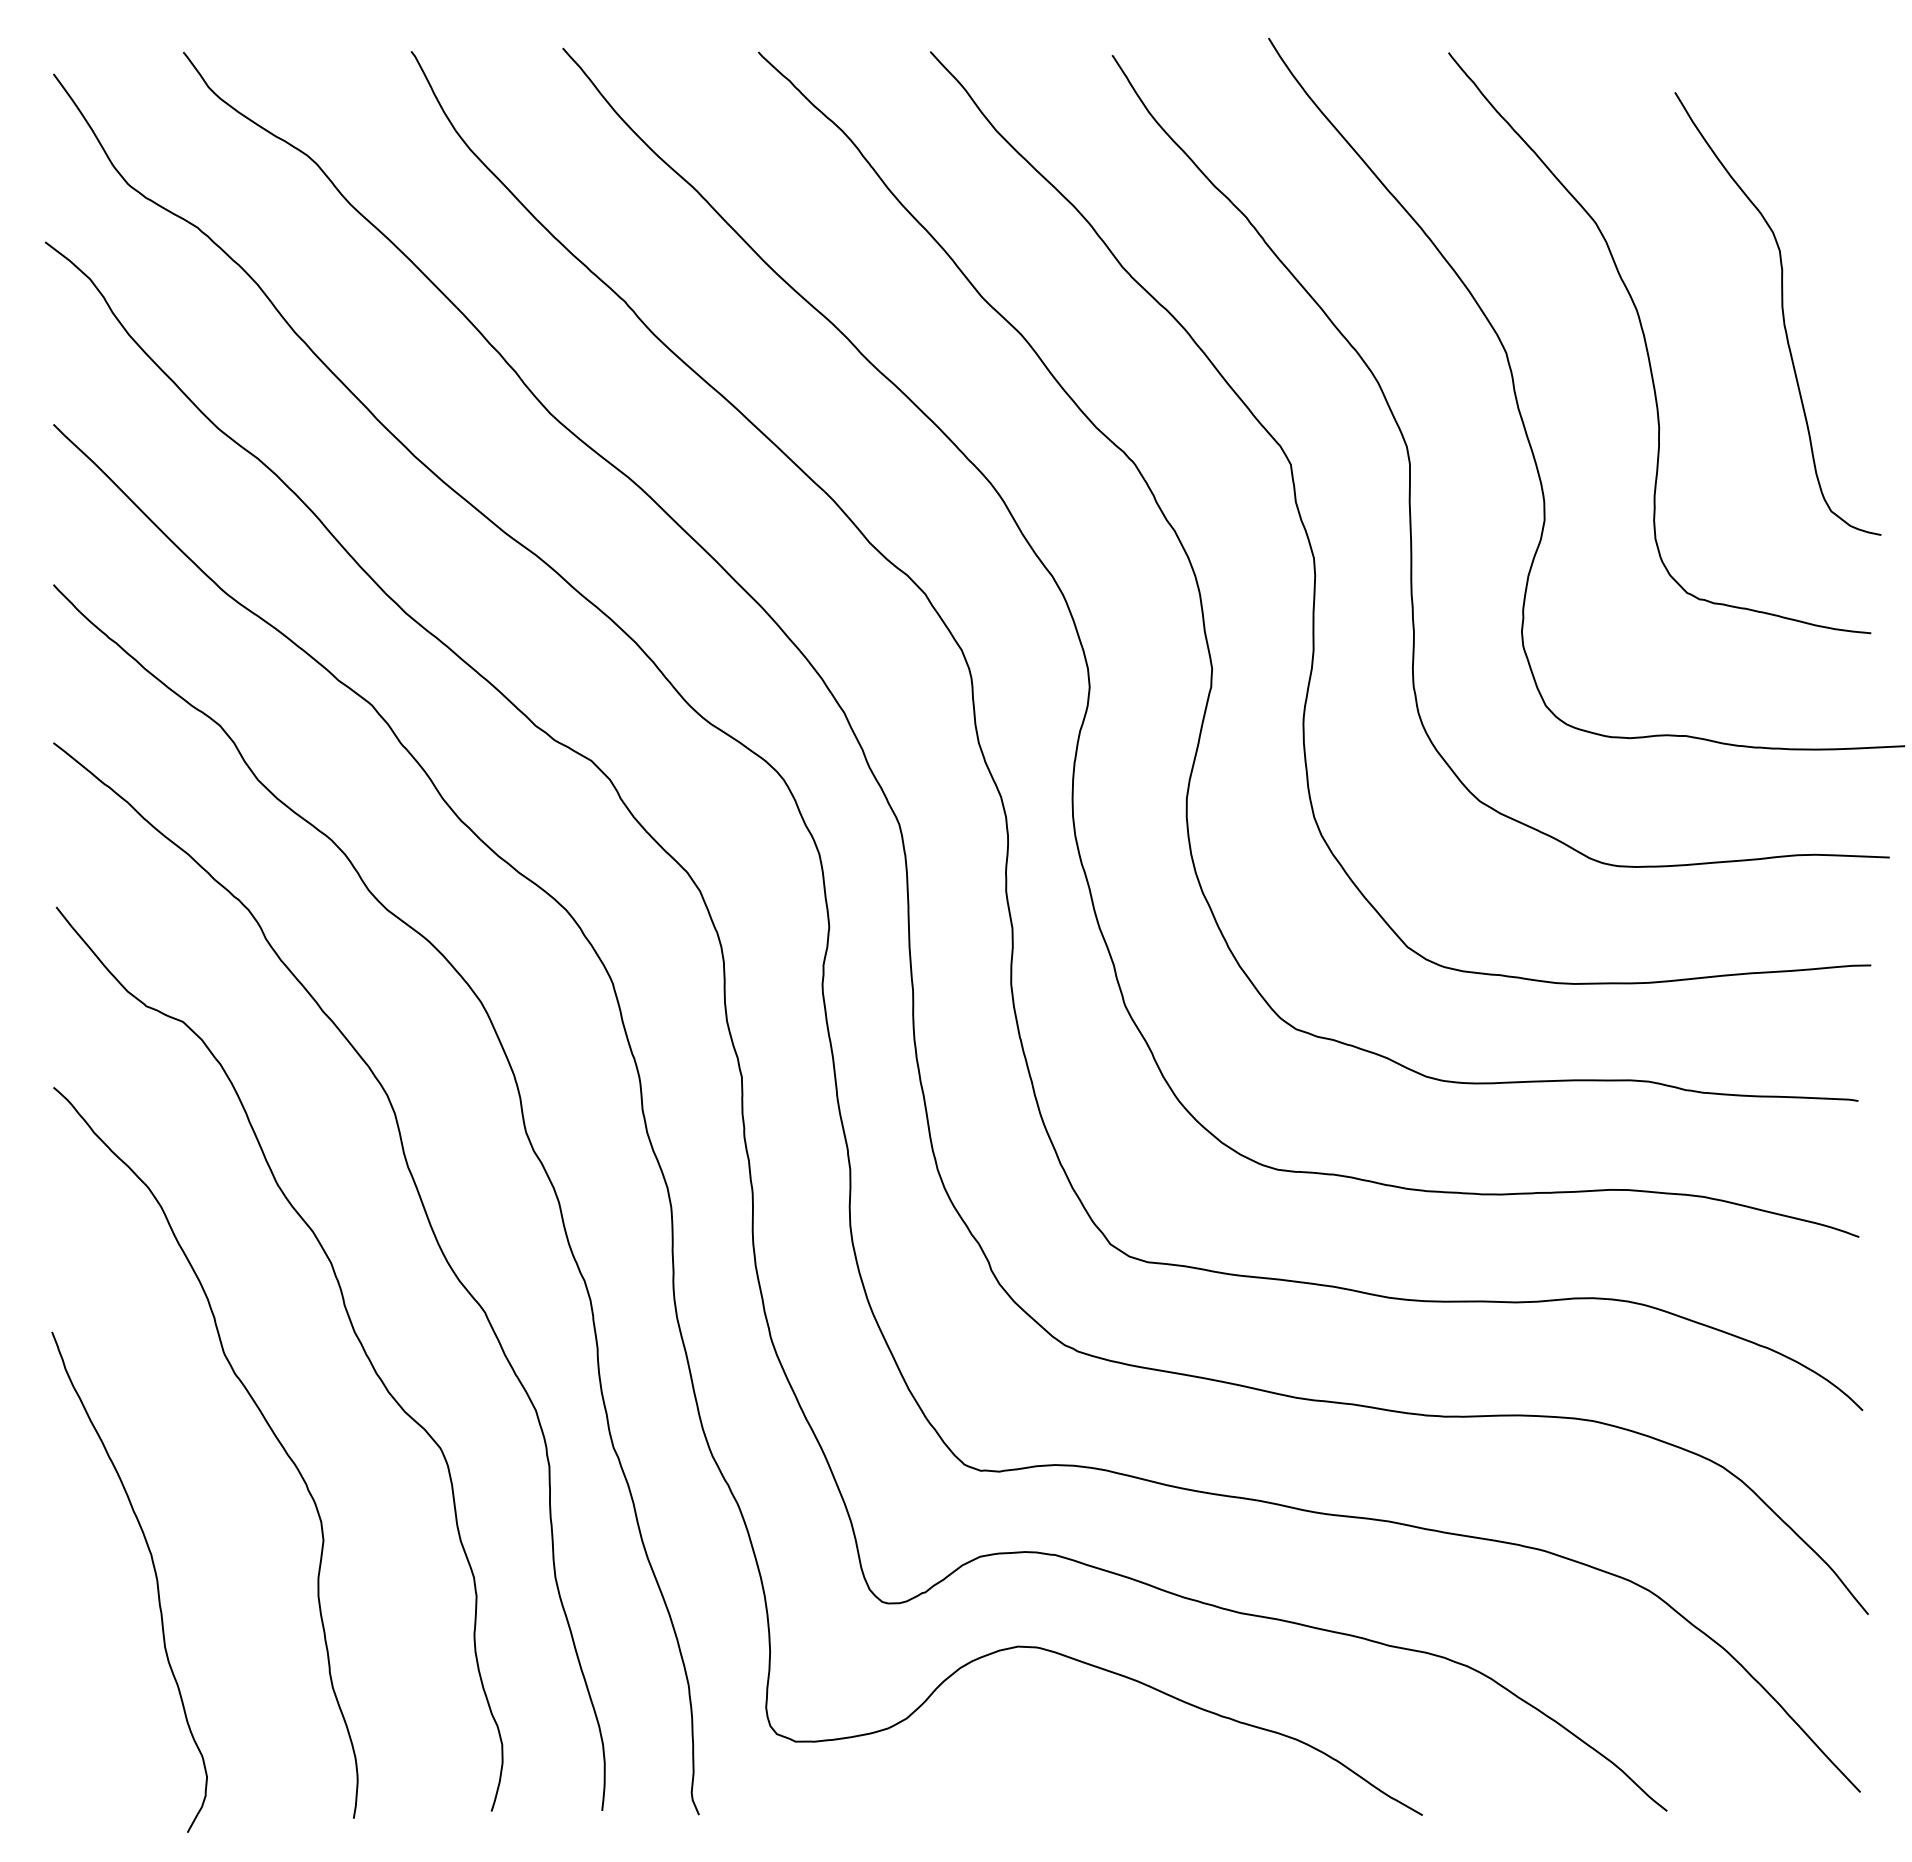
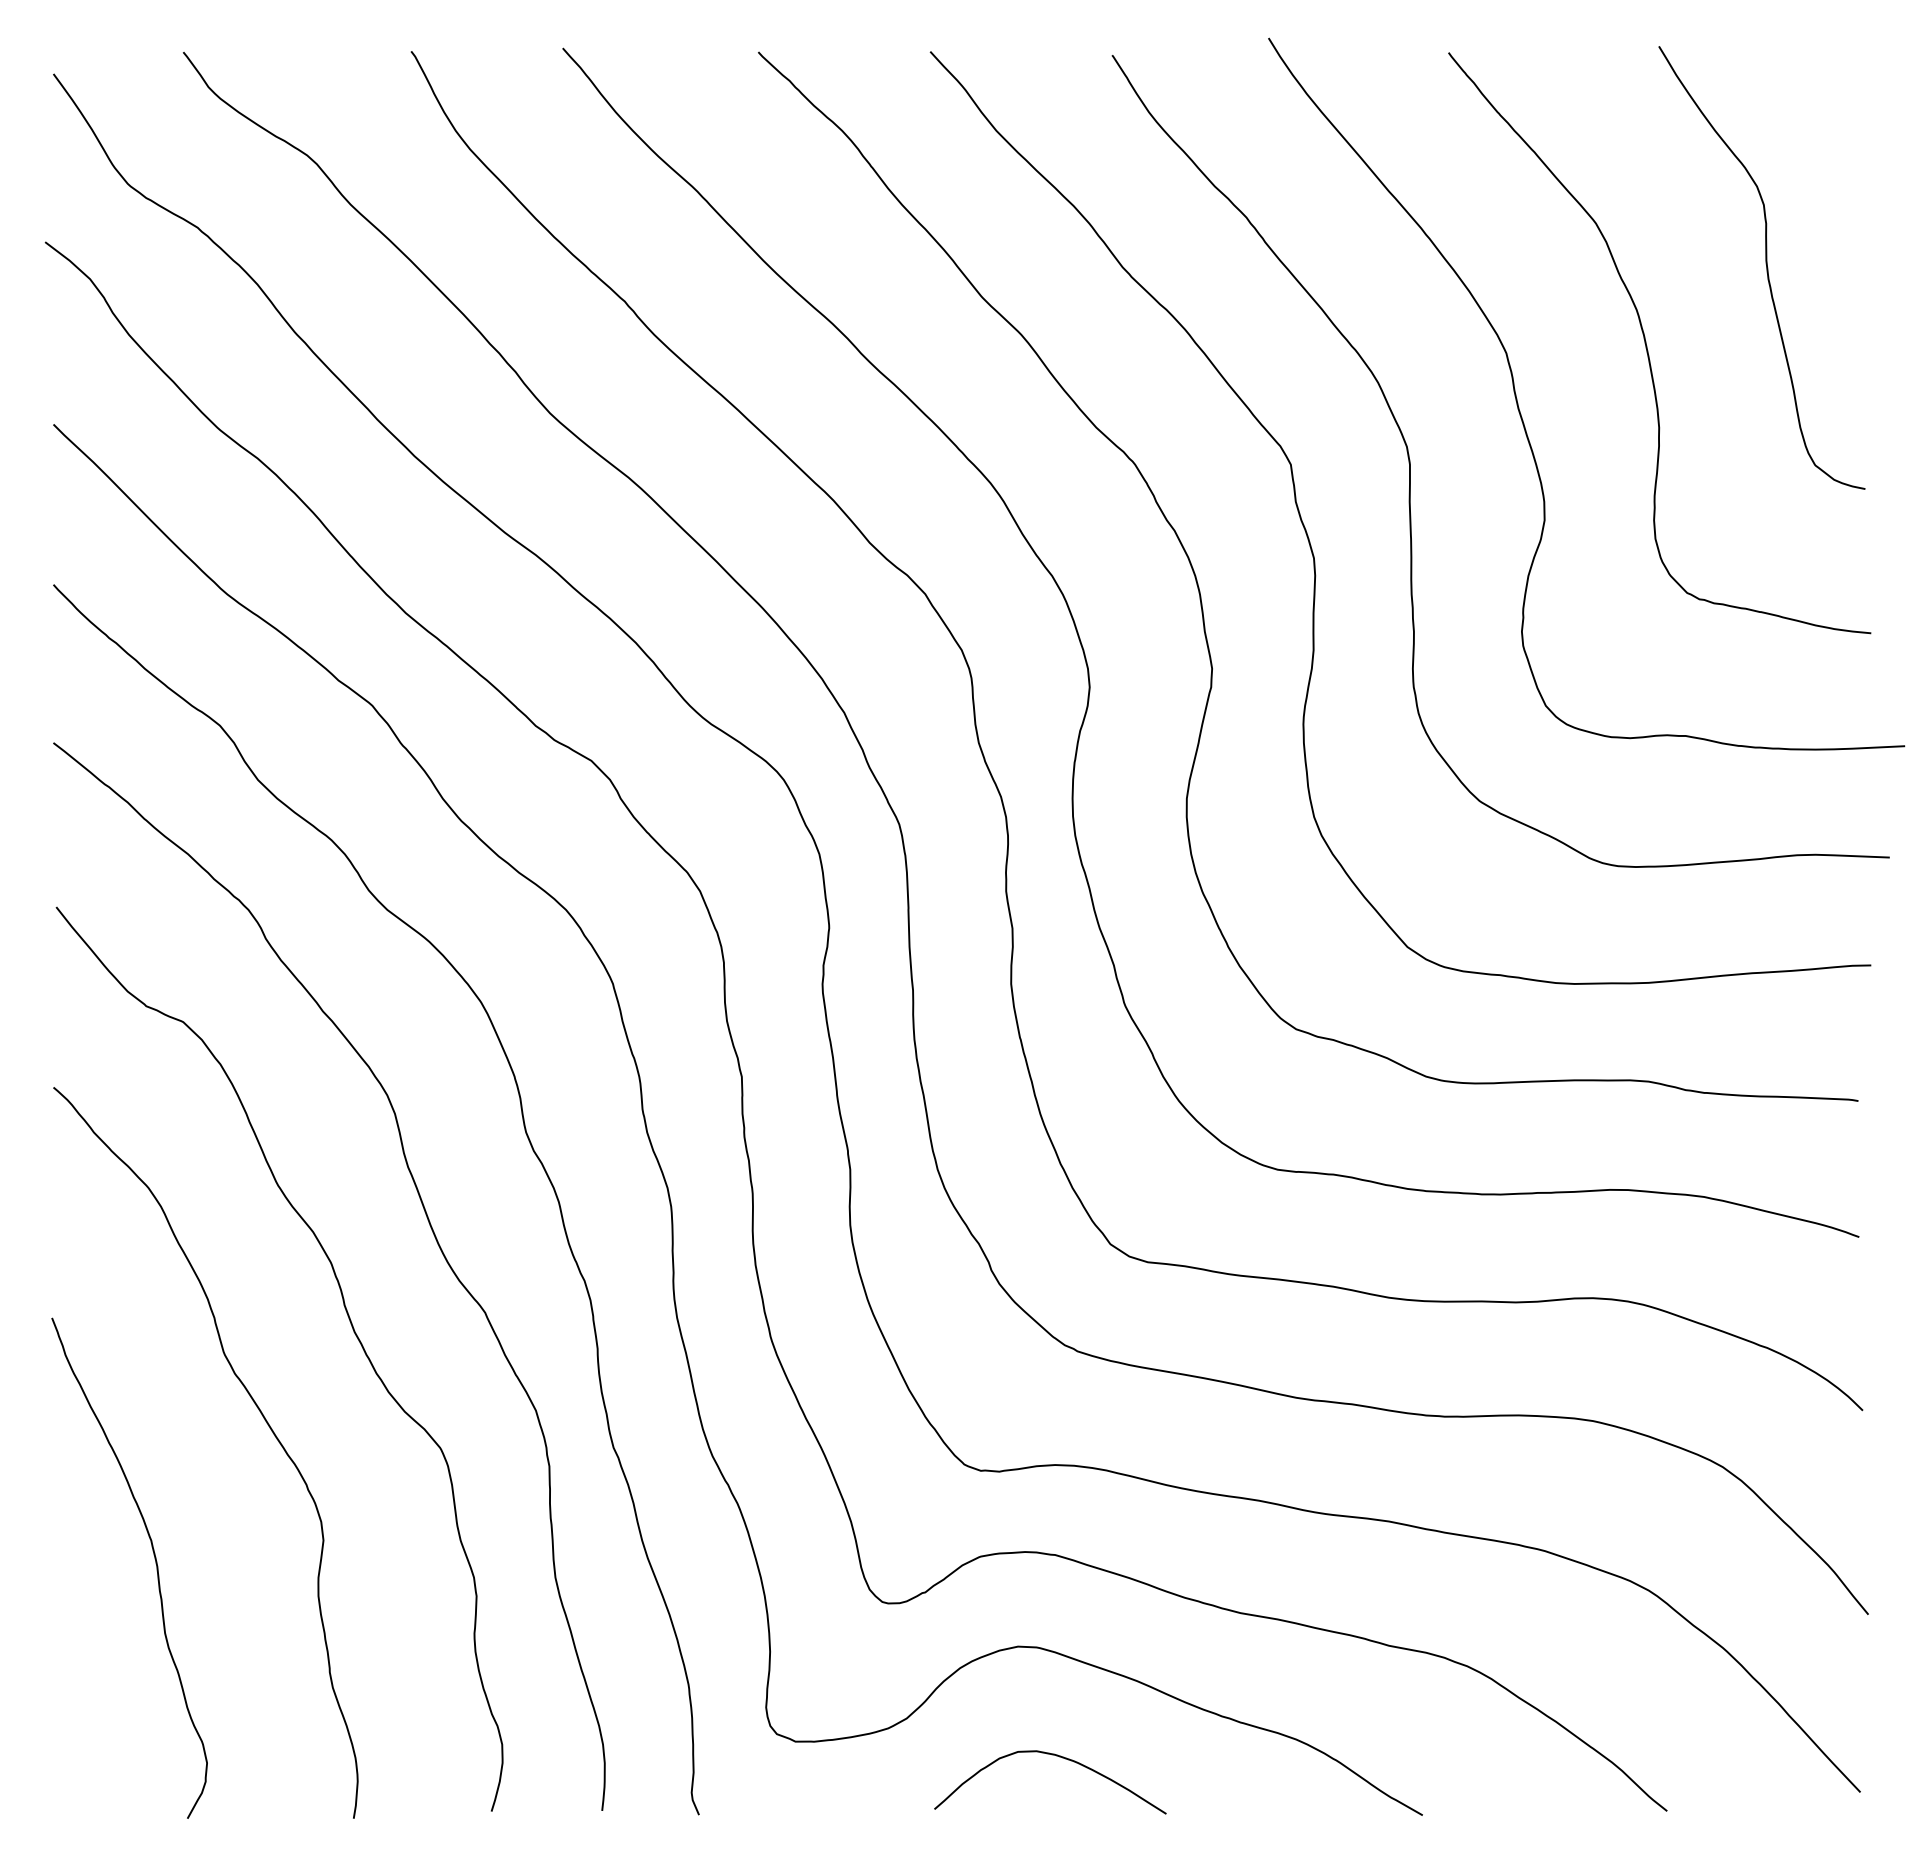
curve at (1781, 310) position: (1781, 310) -> (1765, 264)
curve at (154, 1573) position: (154, 1573) -> (154, 1559)
curve at (1059, 1757): none -> present
